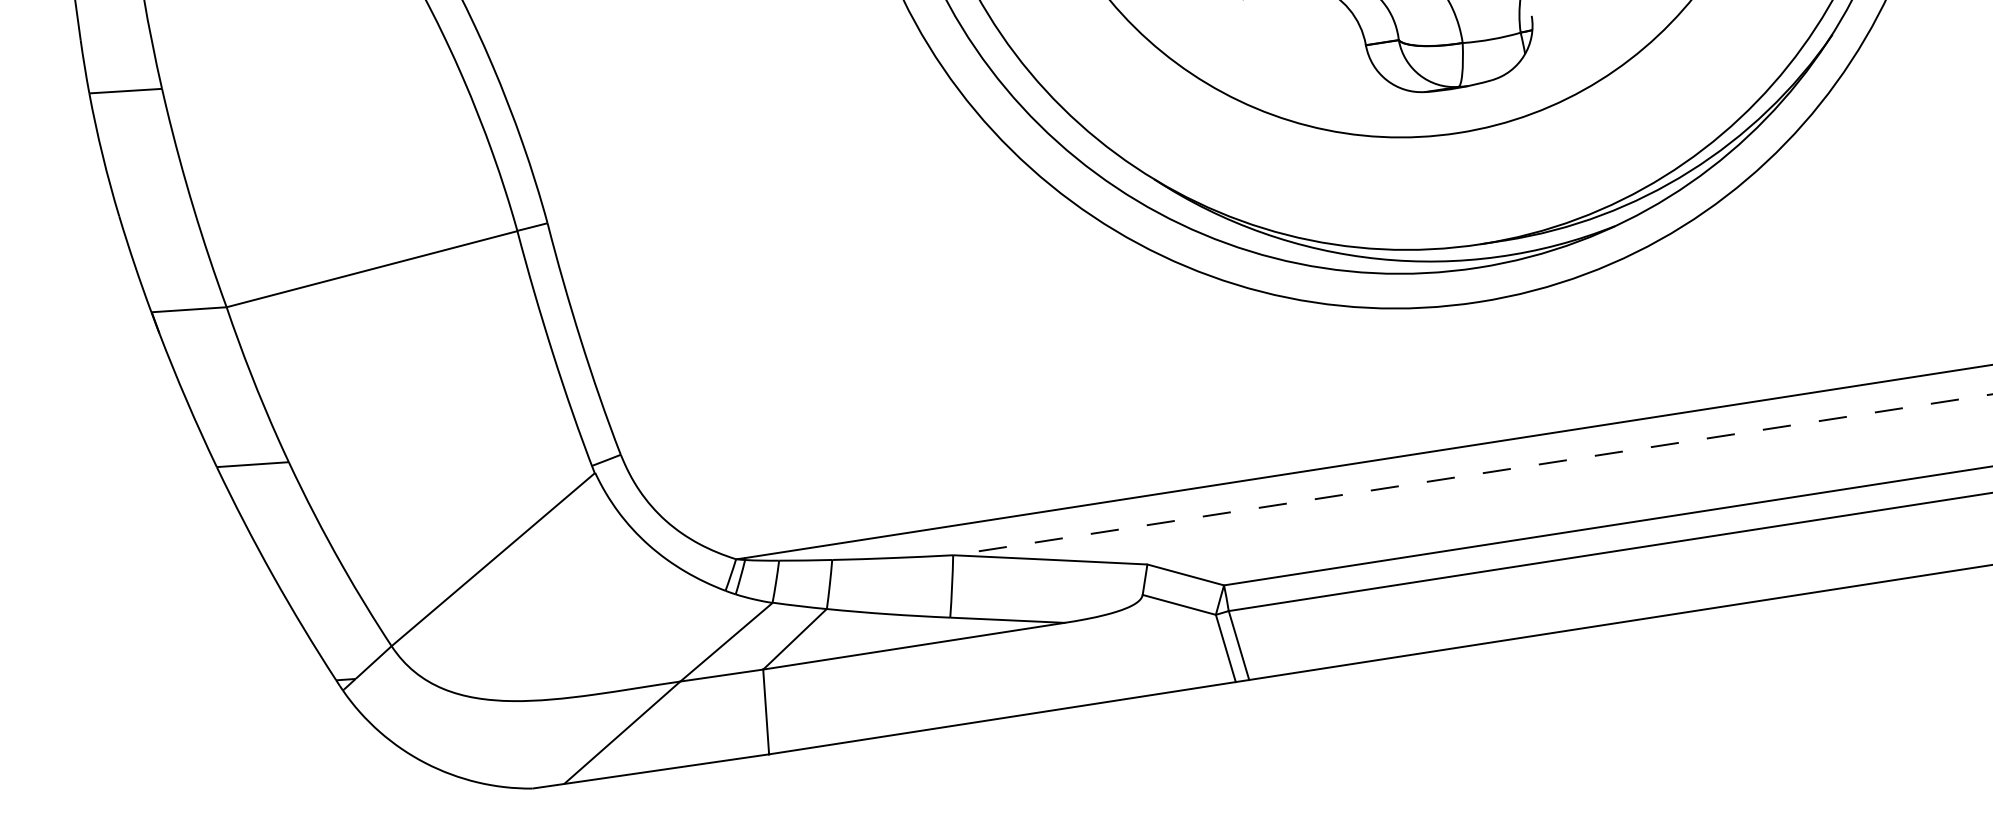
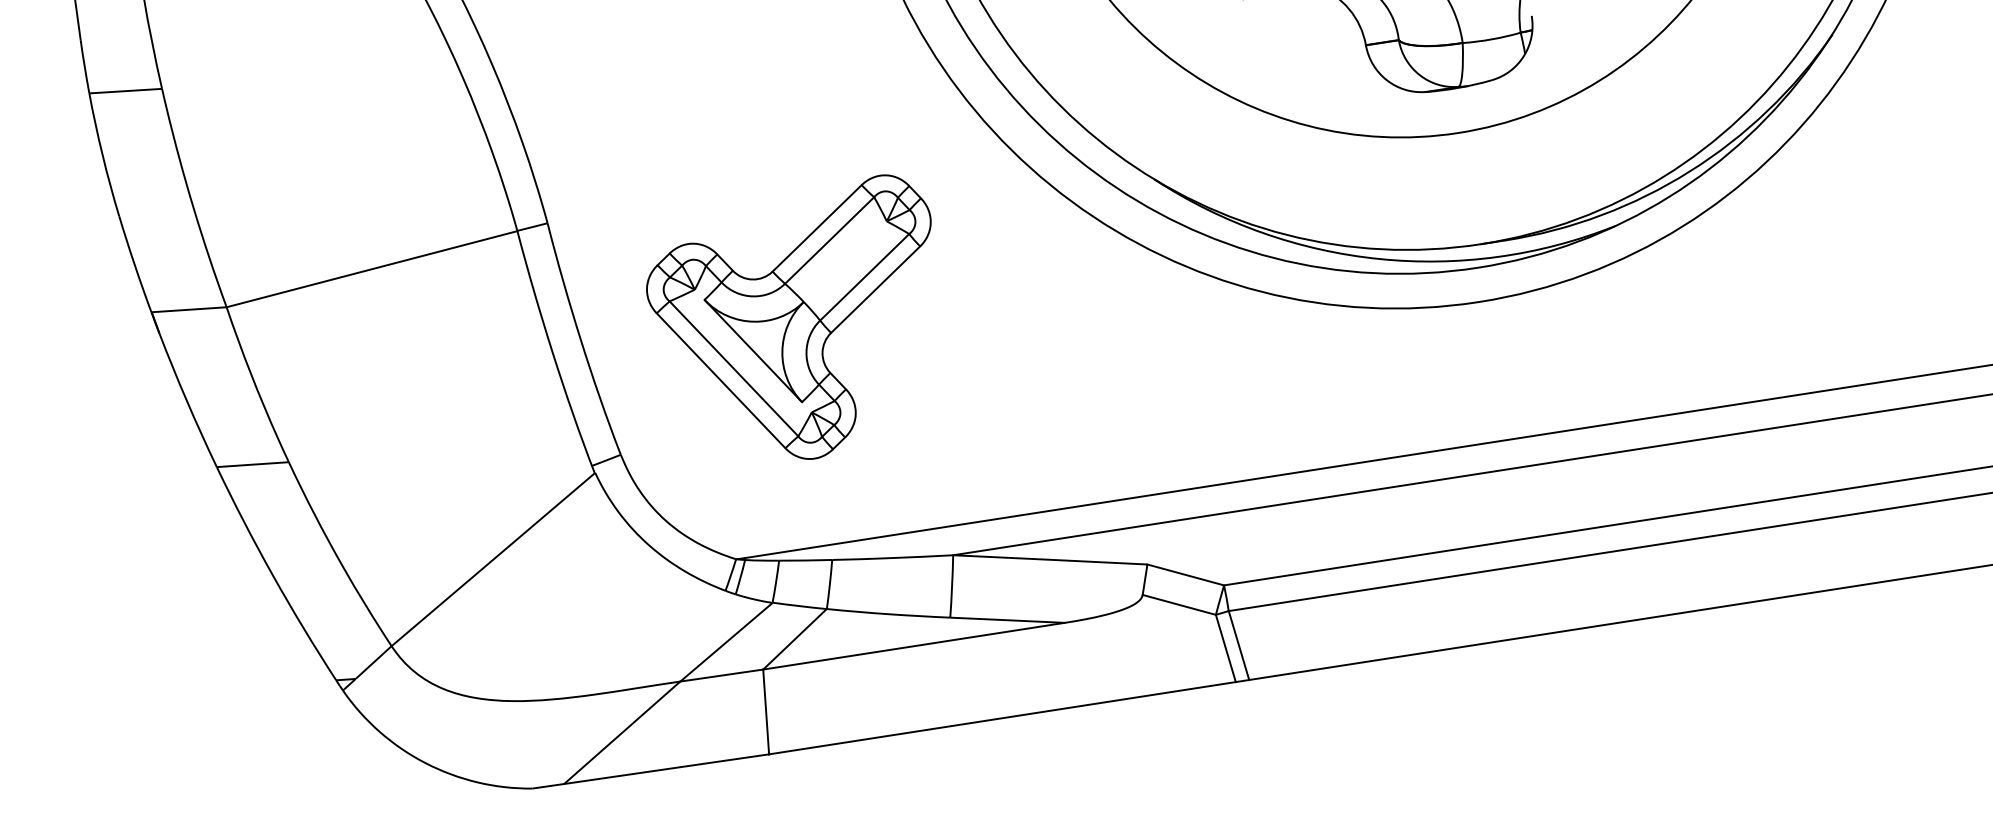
part at (788, 316): none -> present
line at (1472, 474): dashed -> solid
